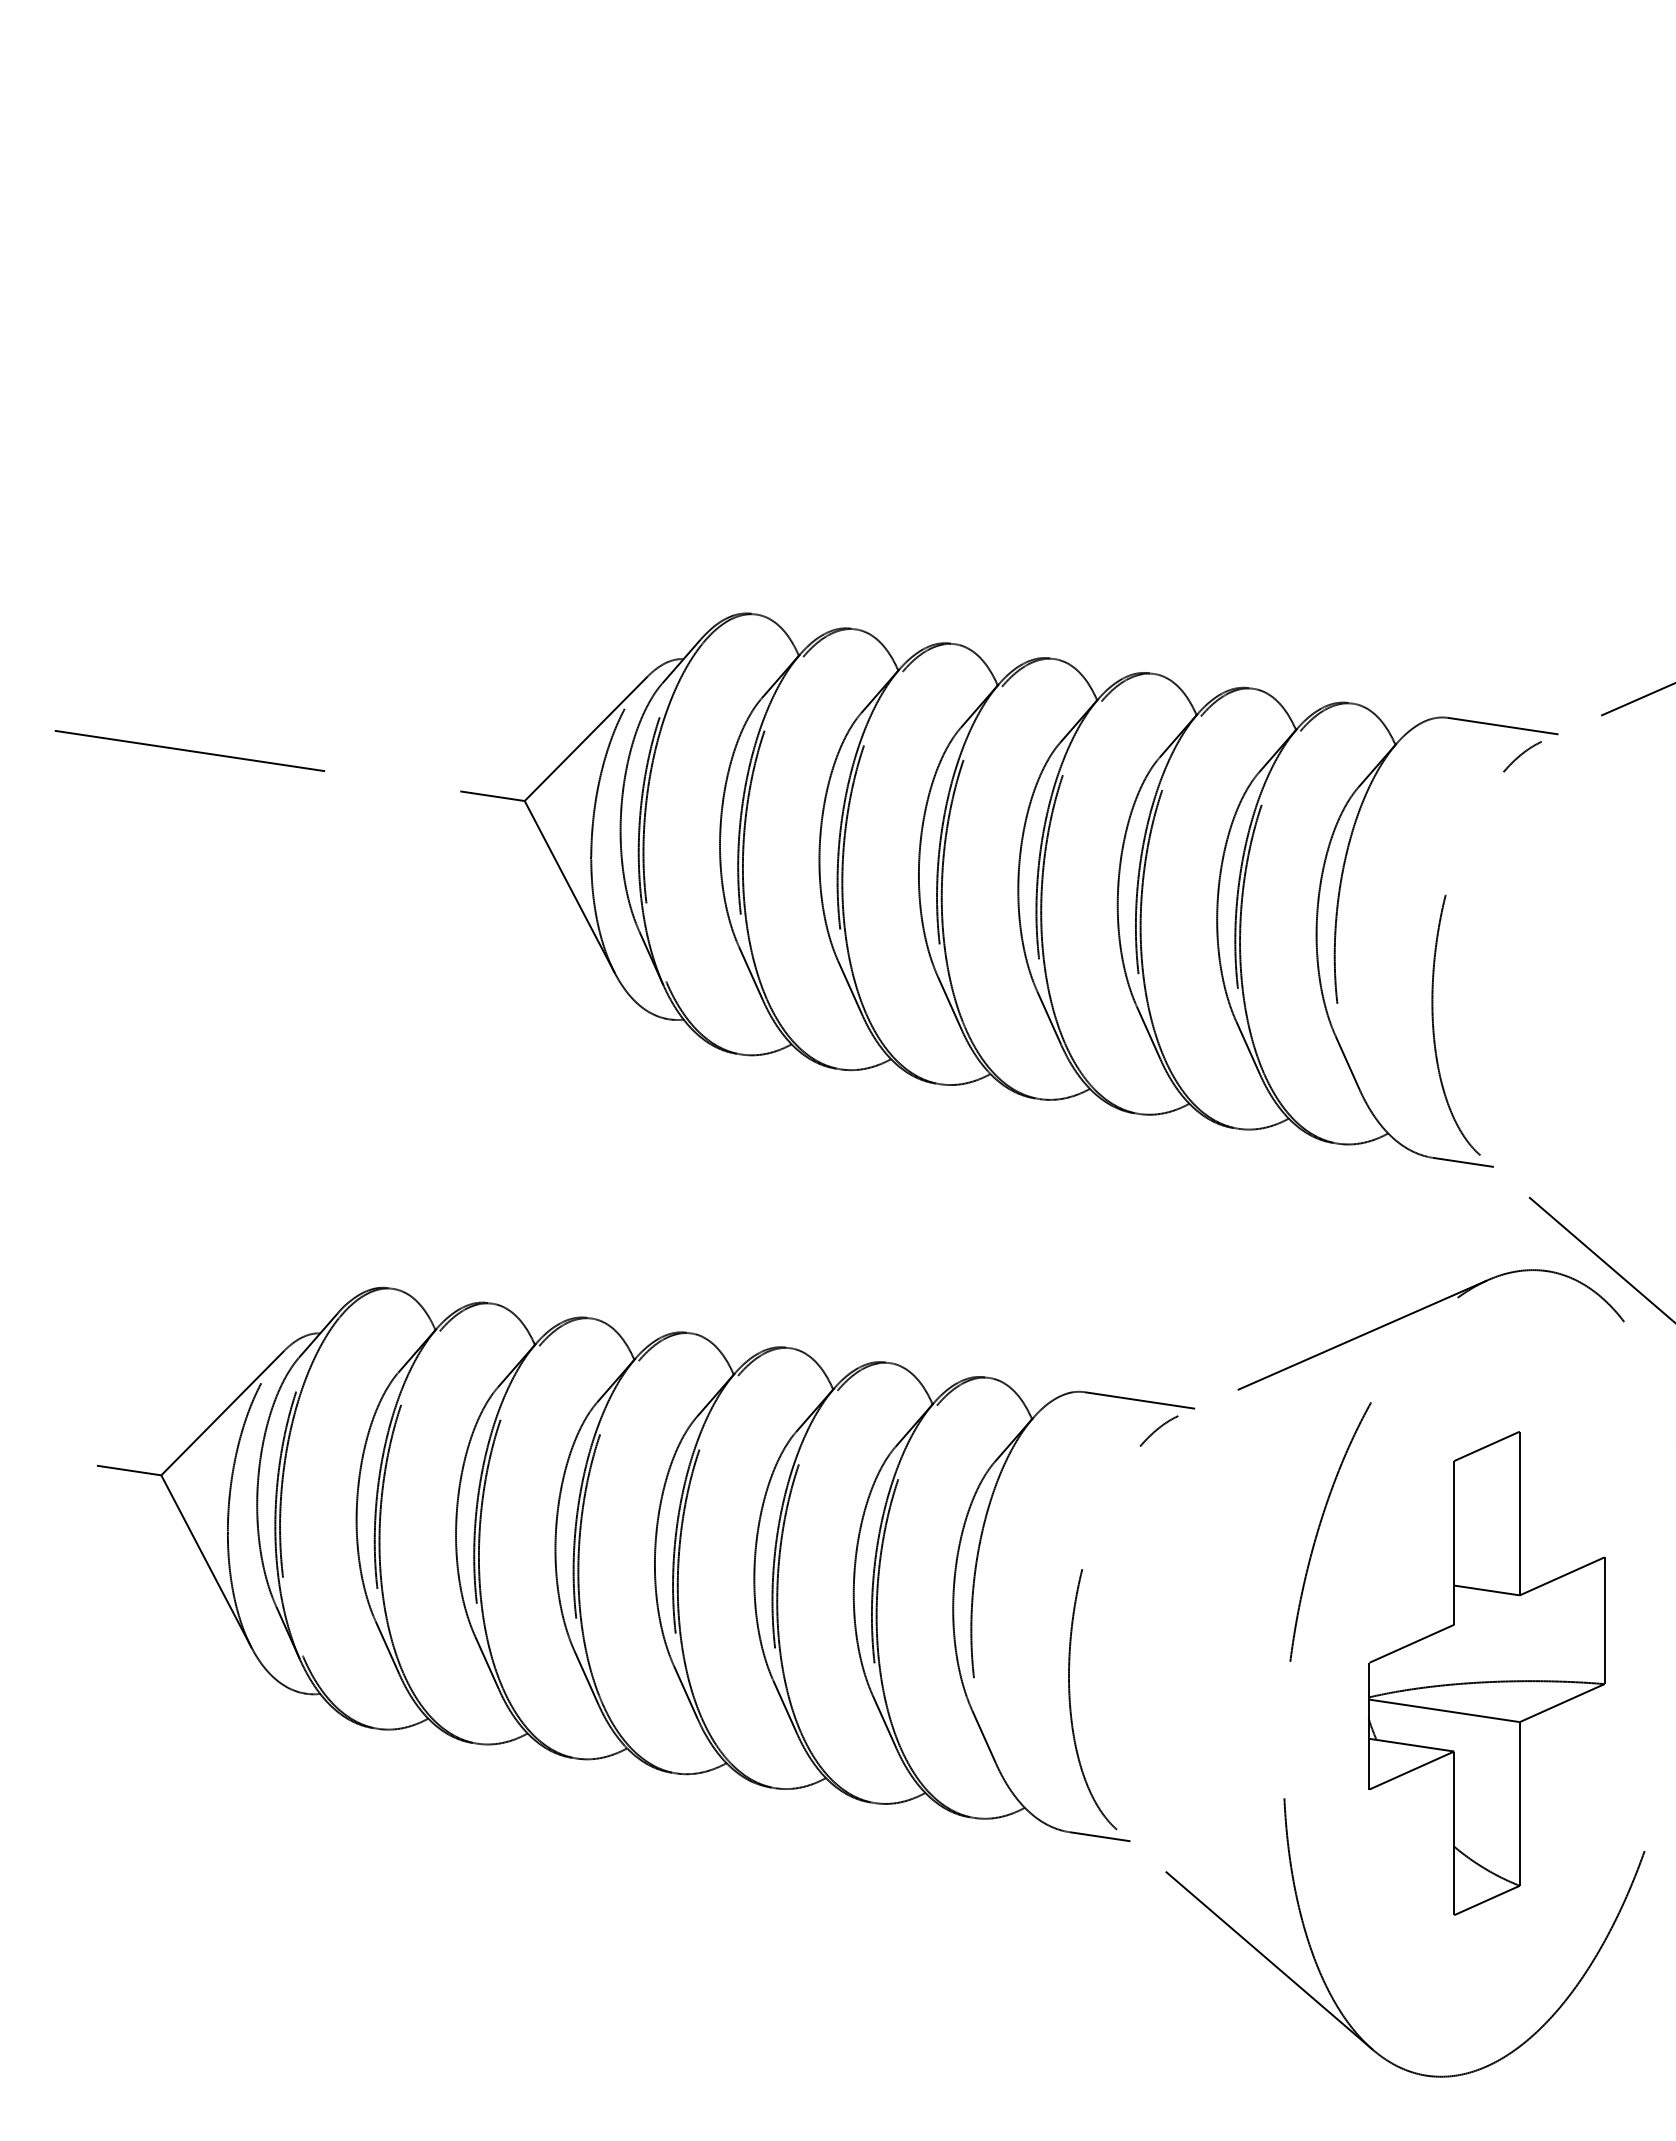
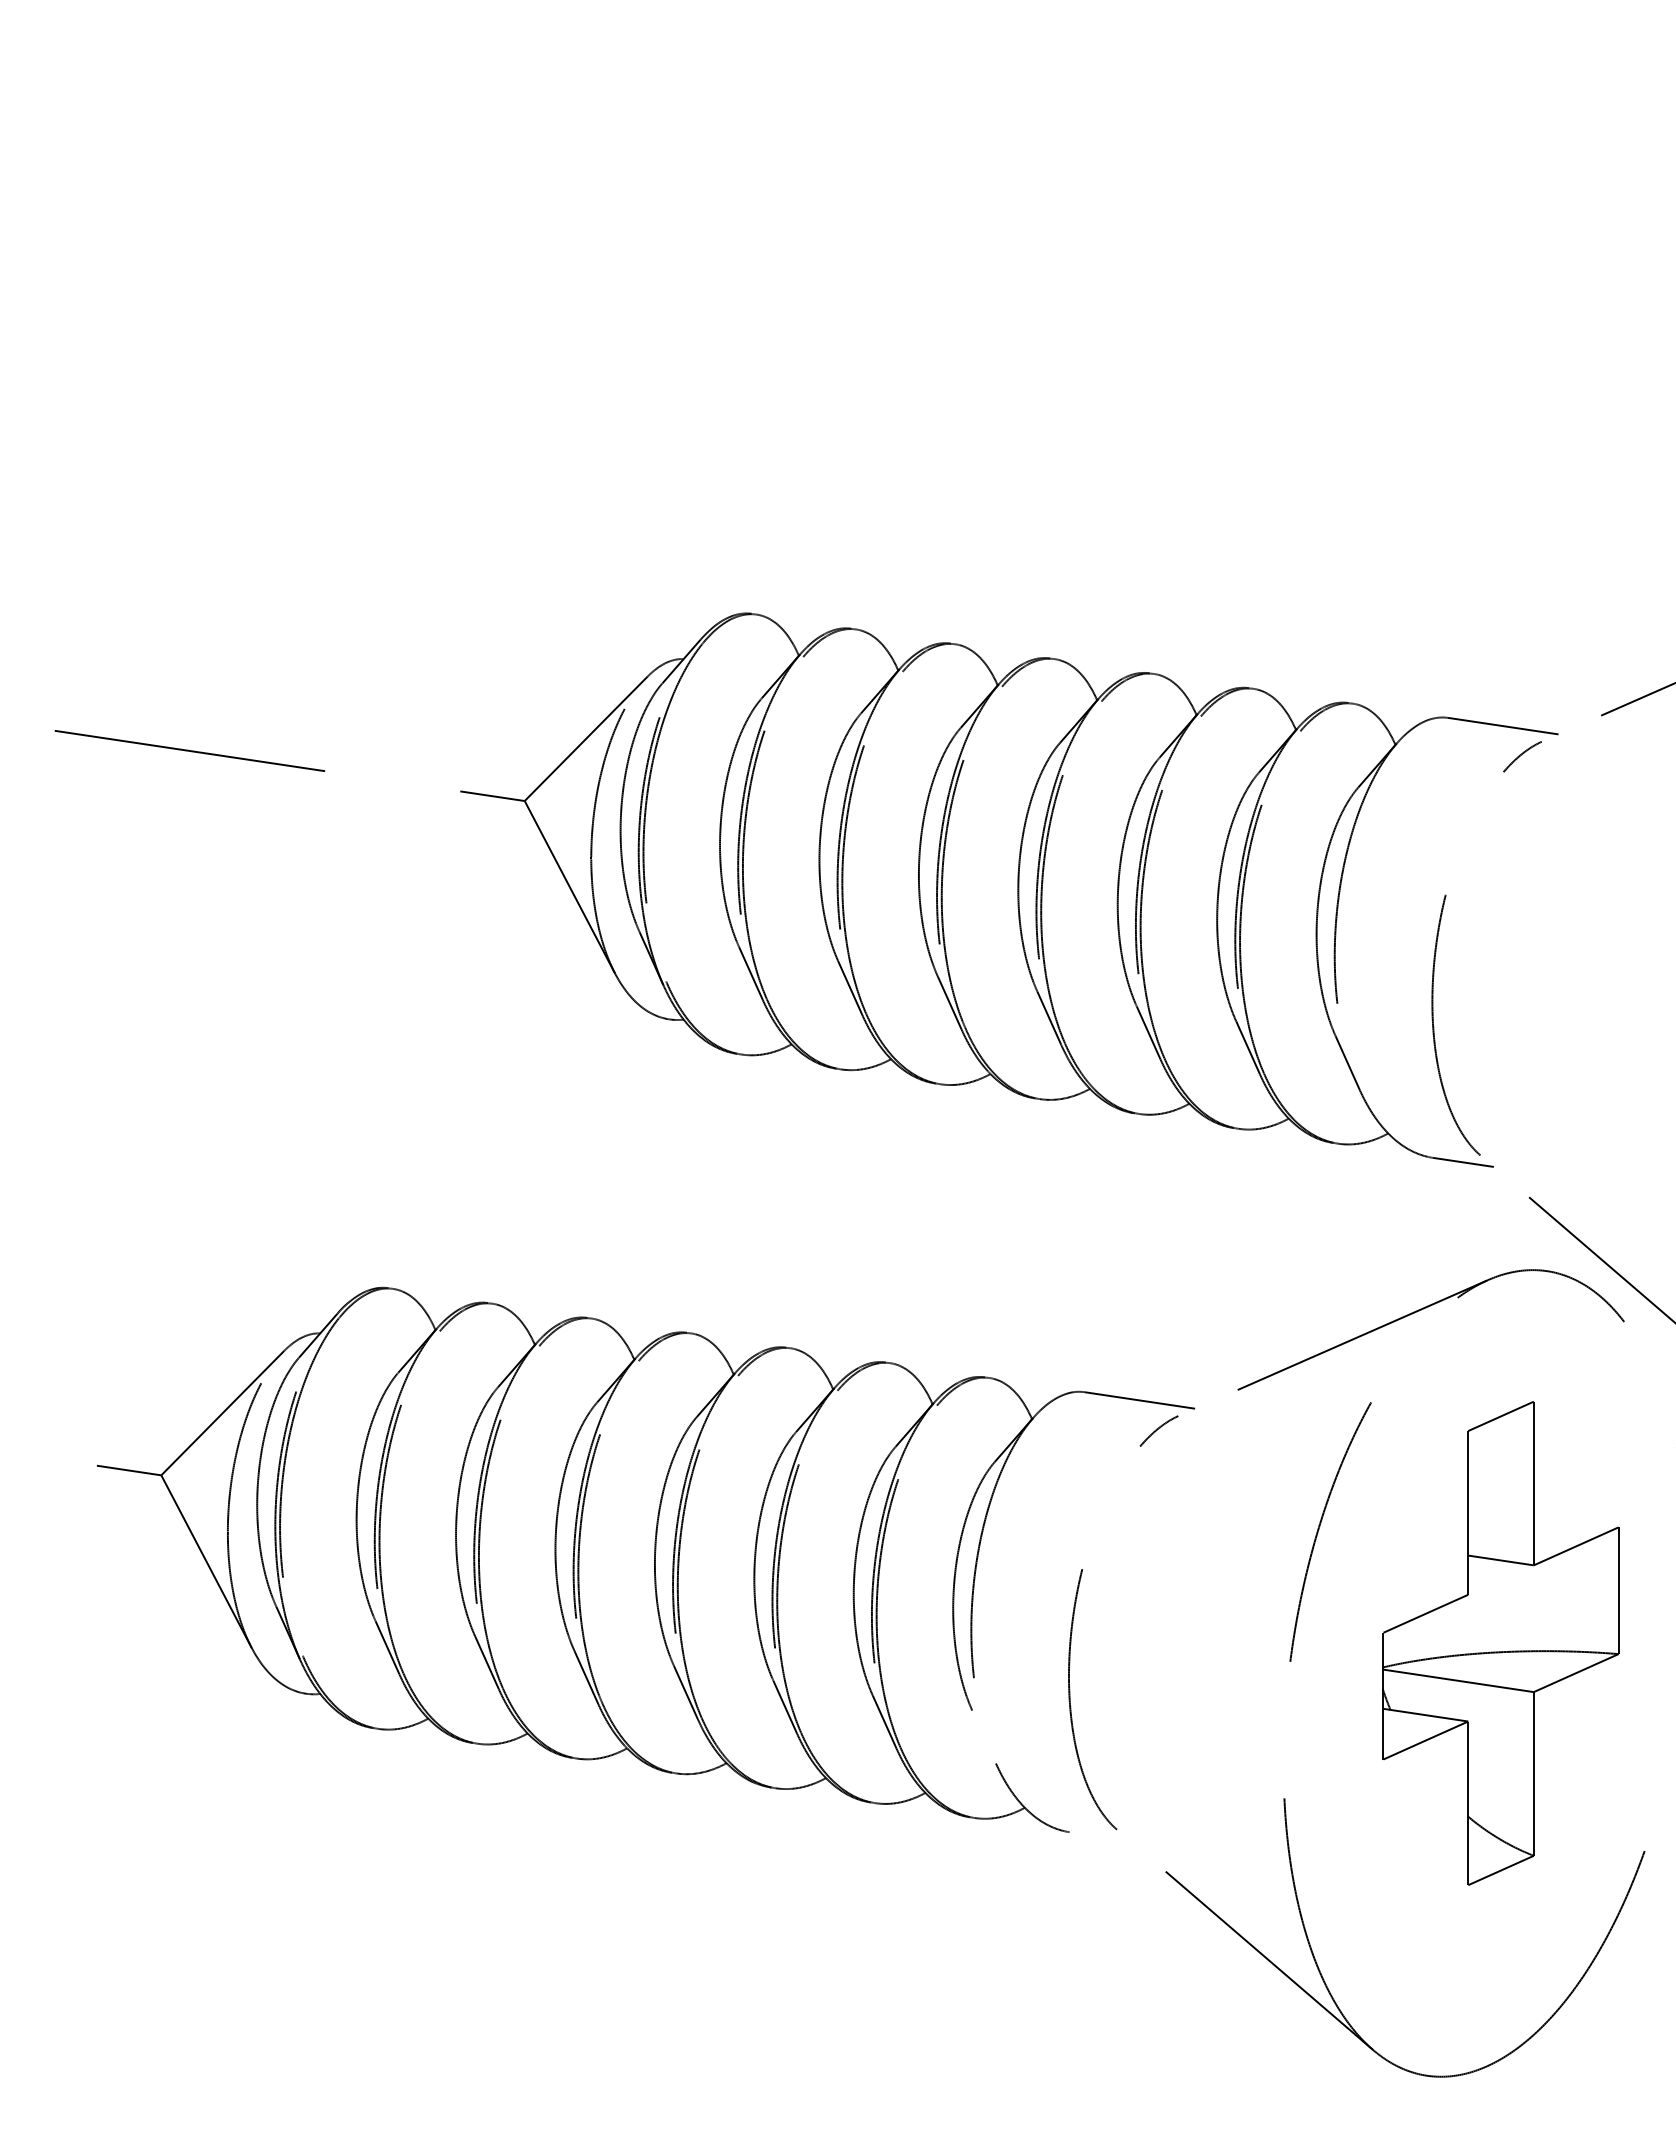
part at (1486, 1673) position: (1486, 1673) -> (1500, 1643)
line at (983, 1736): present -> none
line at (1099, 1836): present -> none
